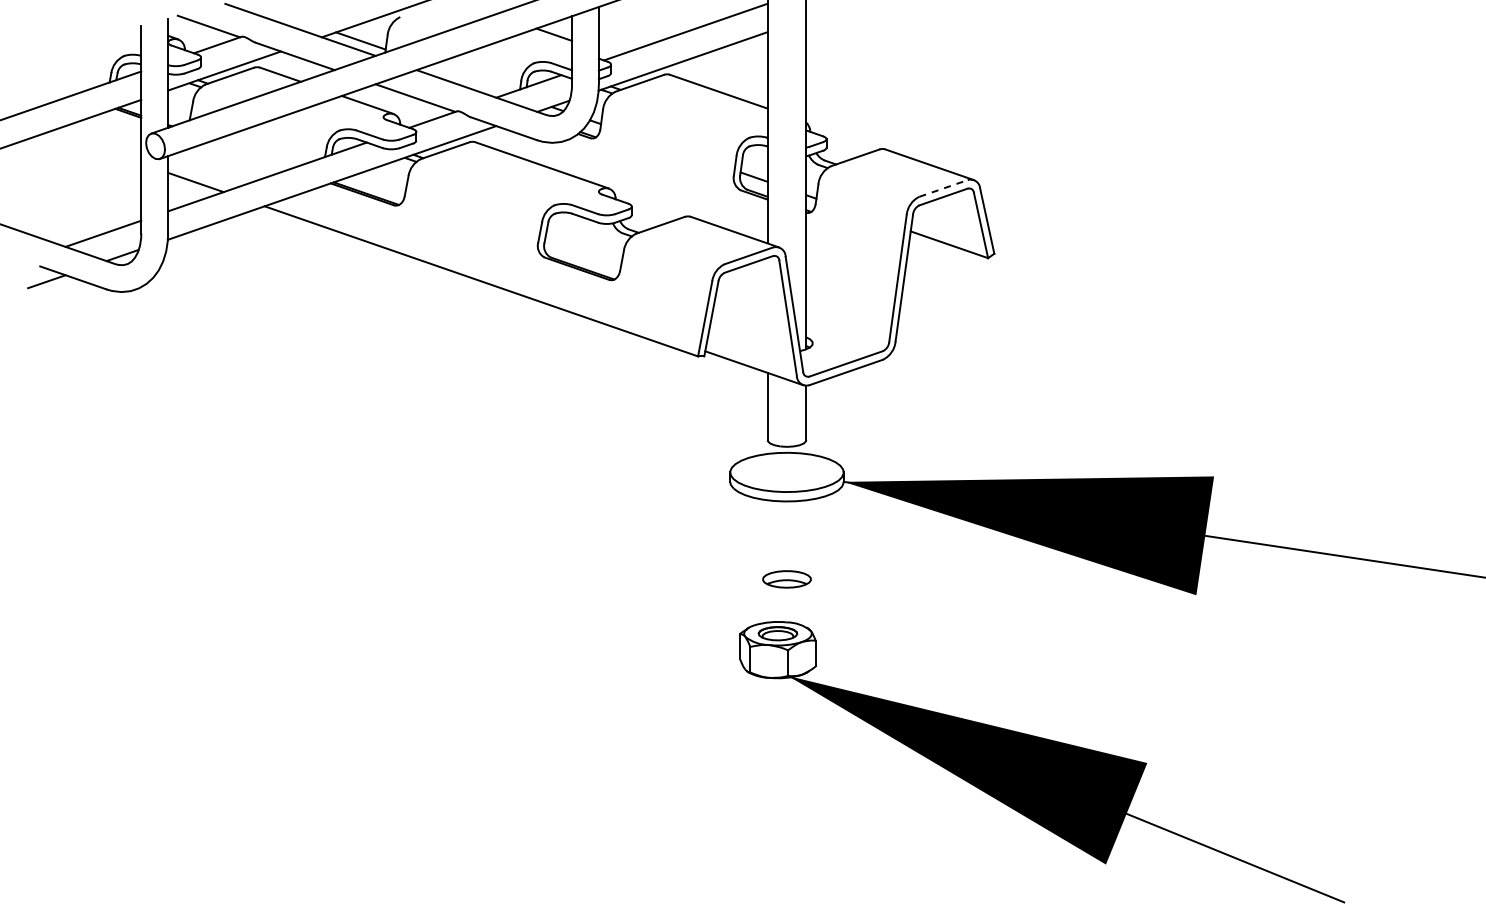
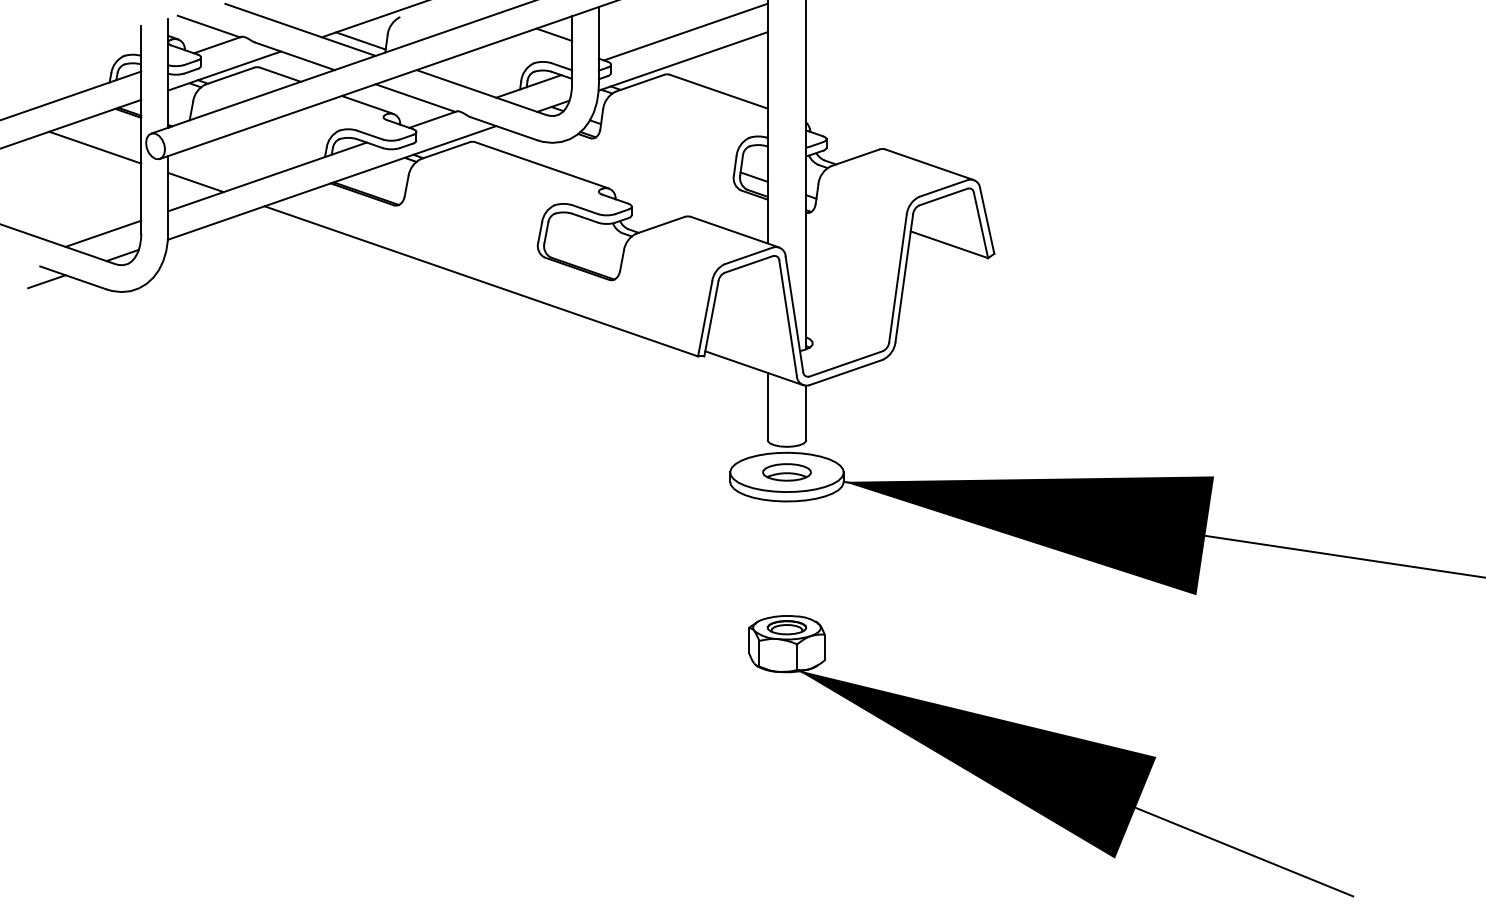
line at (95, 147): none -> present
line at (943, 188): dashed -> solid
part at (786, 579) position: (786, 579) -> (786, 472)
part at (1042, 762) position: (1042, 762) -> (1051, 756)
